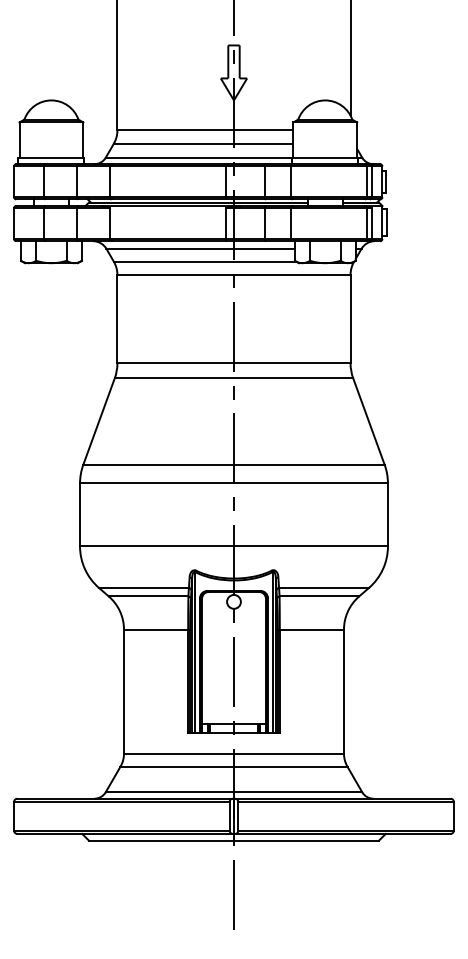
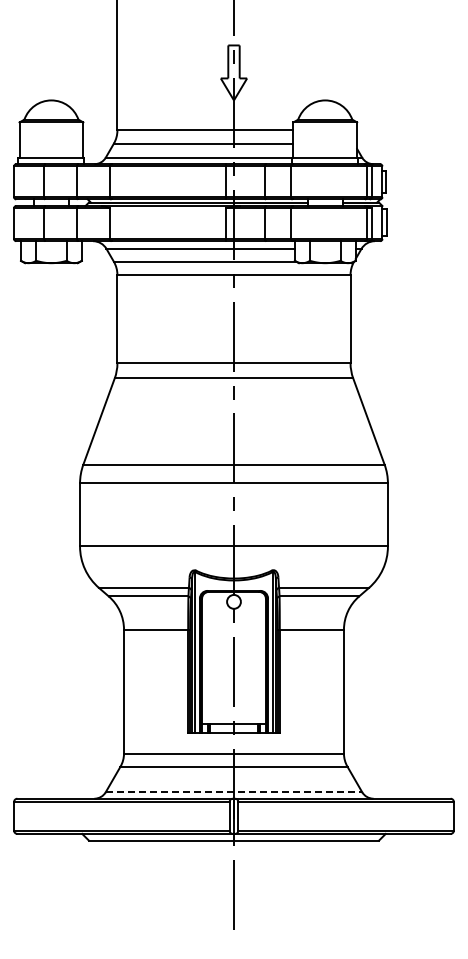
line at (350, 58): present -> none
line at (234, 792): solid -> dashed
